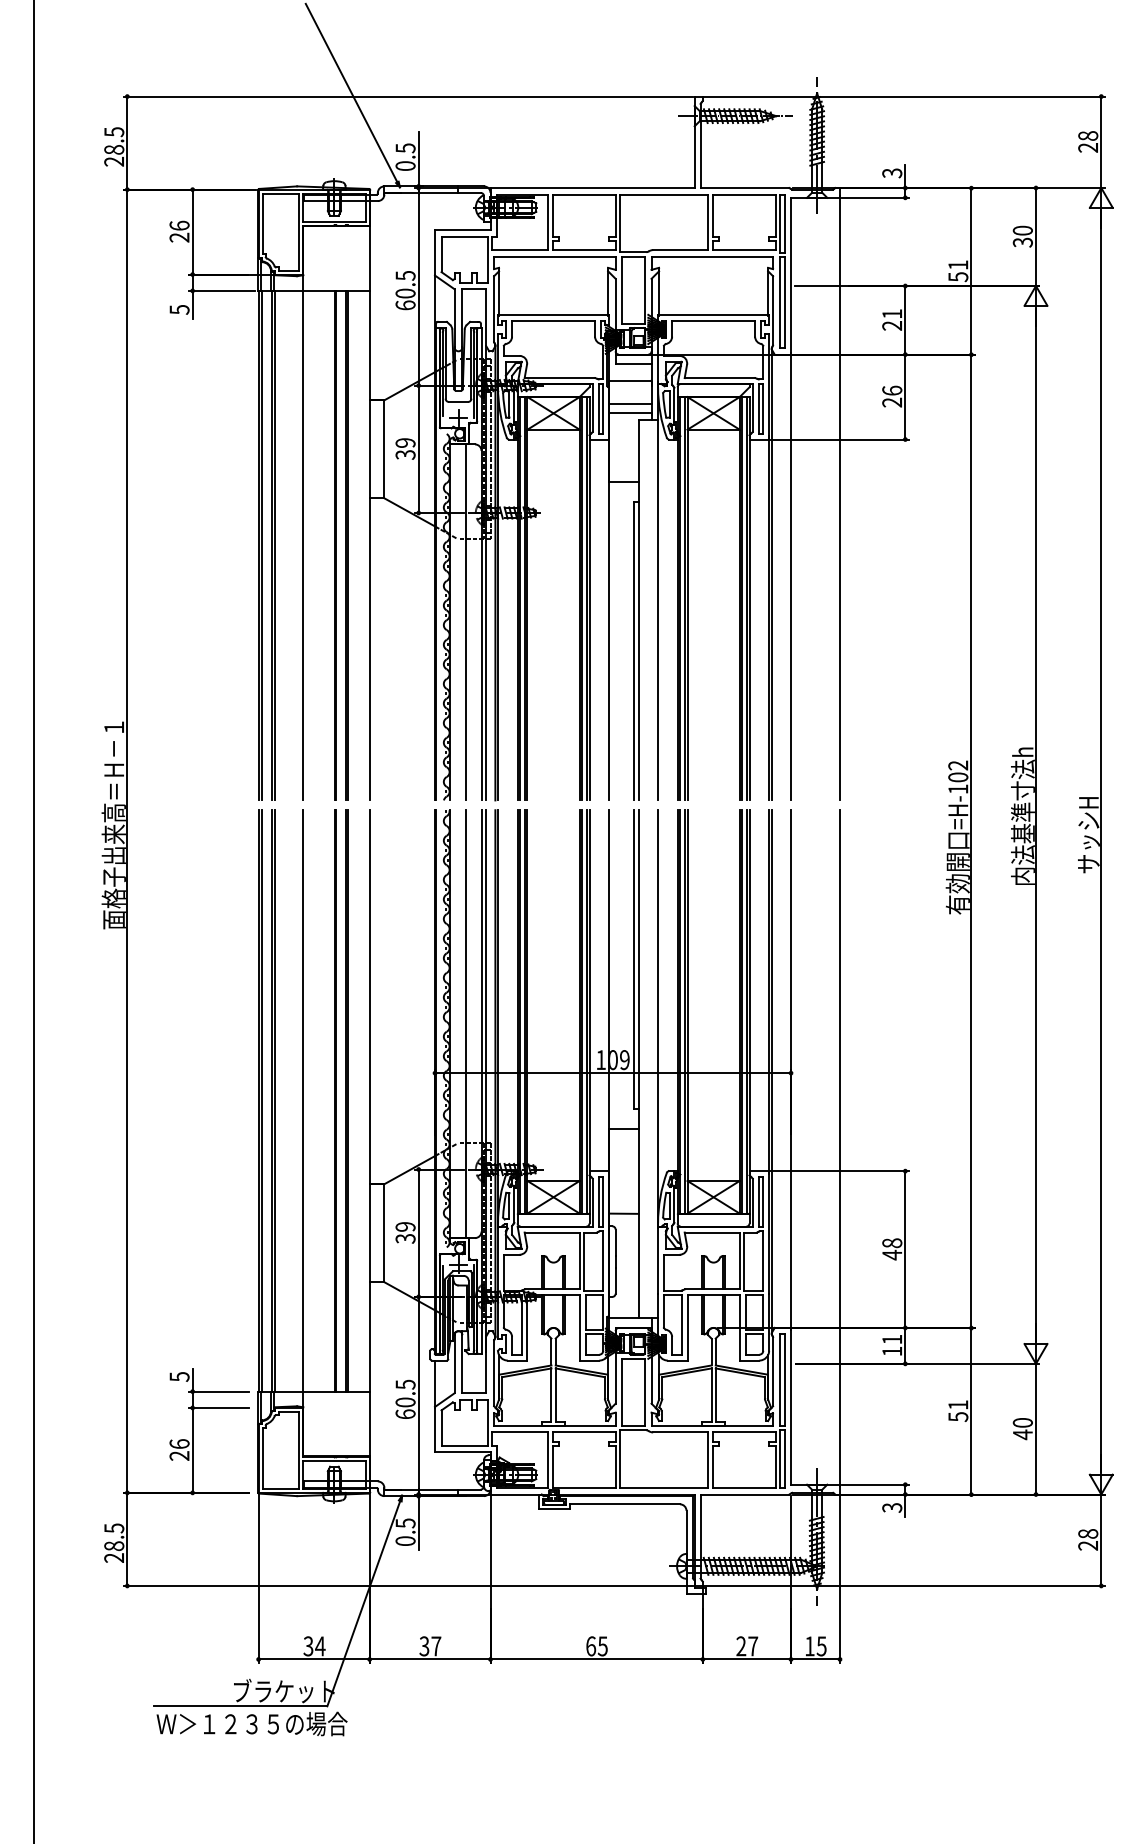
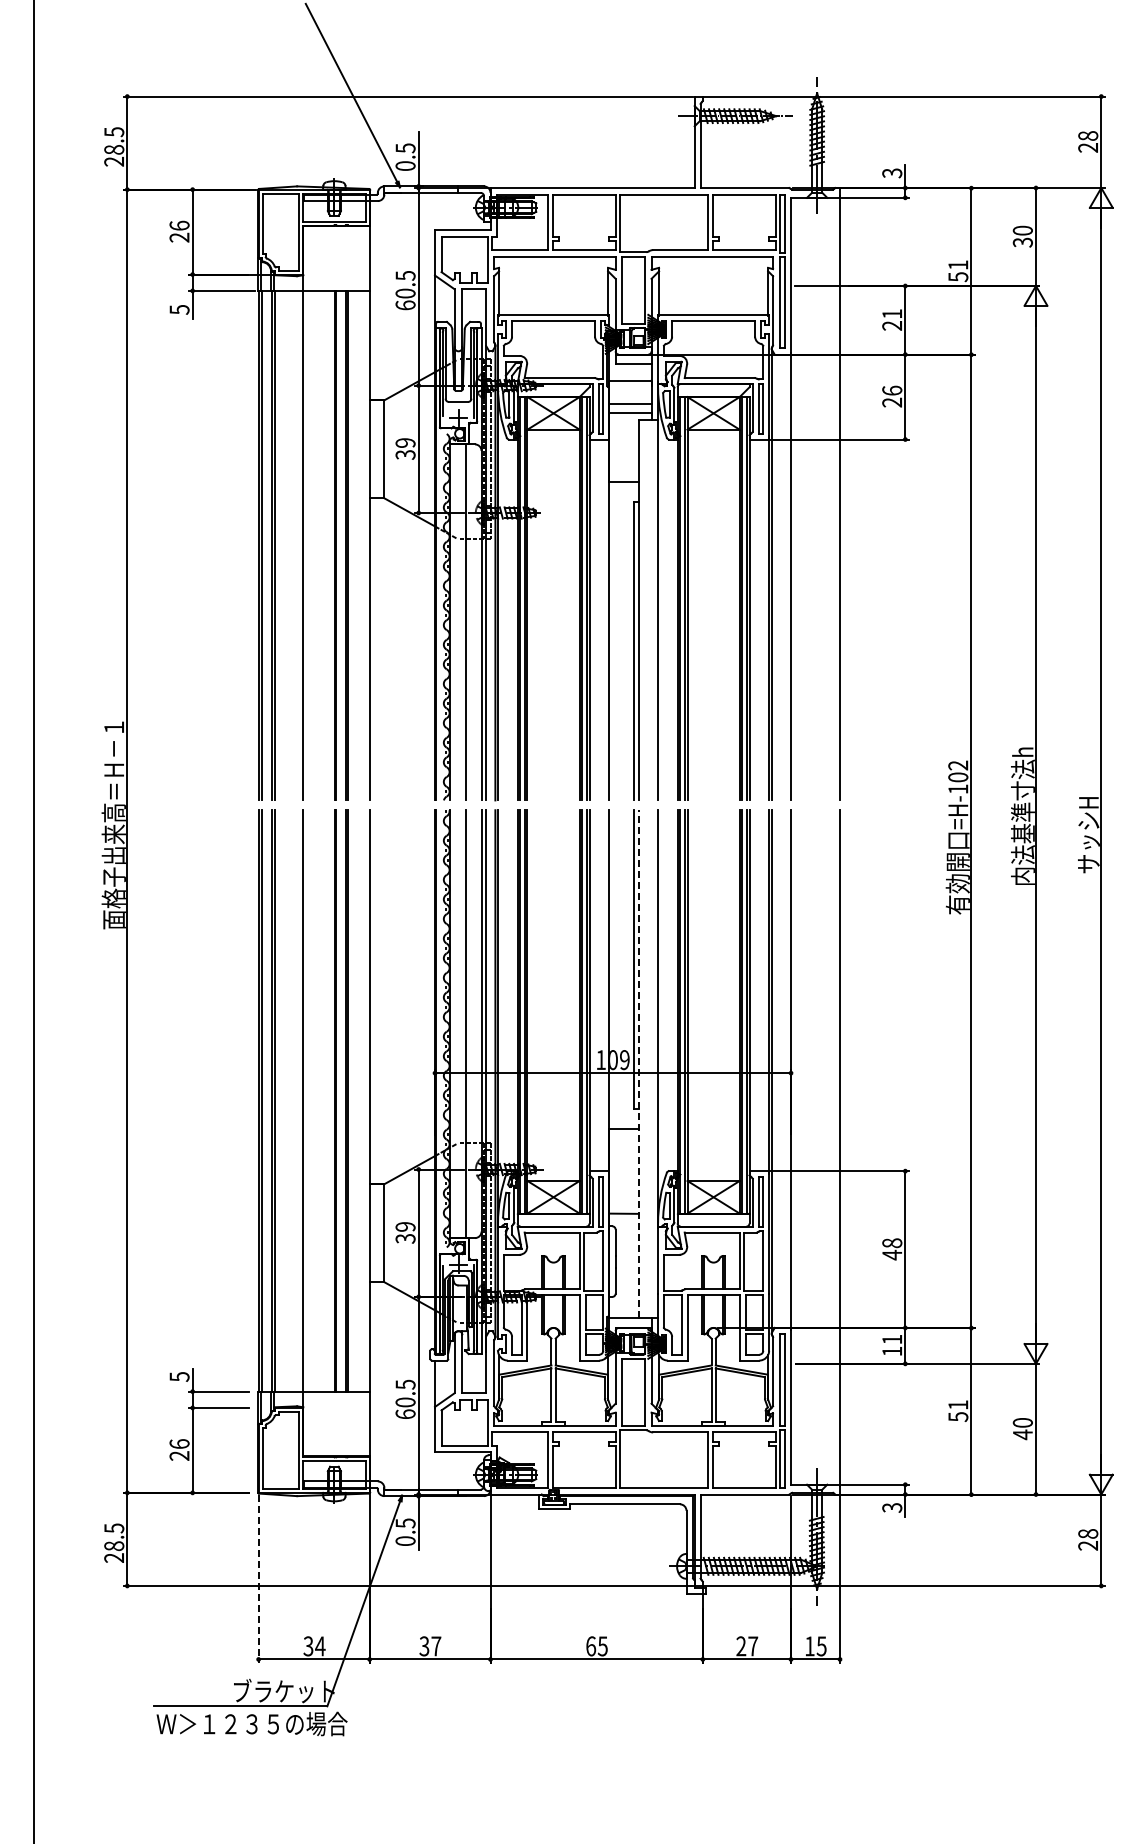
line at (638, 1064): solid -> dashed
line at (258, 1578): solid -> dashed
